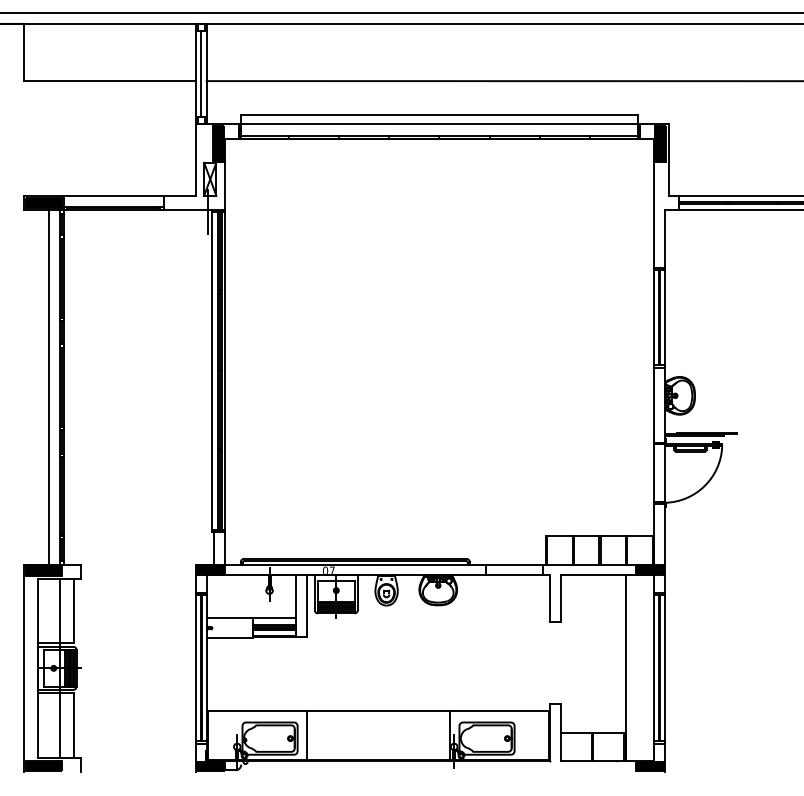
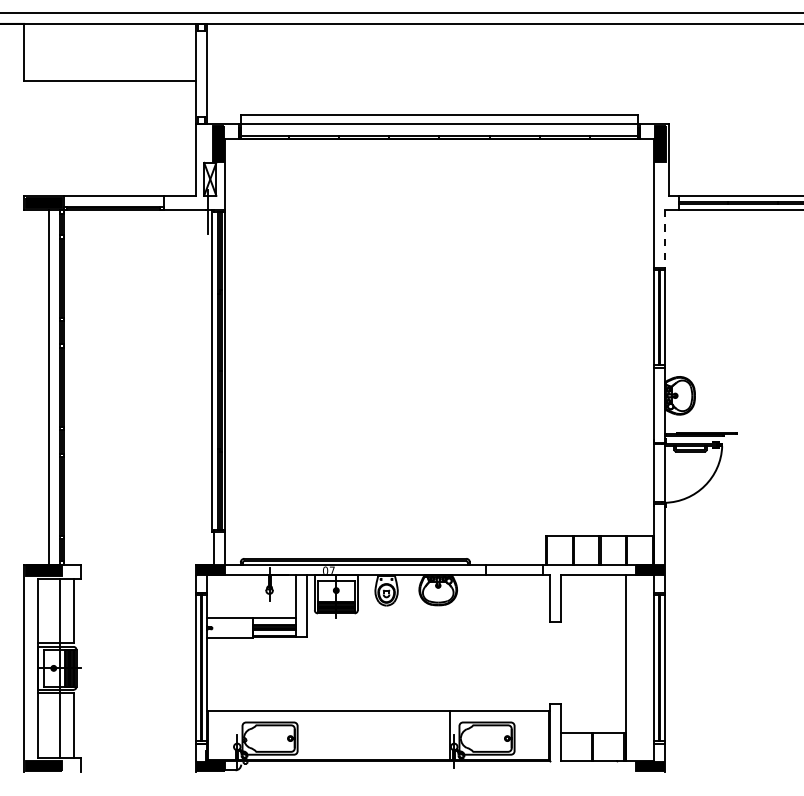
line at (201, 74): present -> none
line at (503, 81): present -> none
line at (664, 238): solid -> dashed
line at (307, 735): present -> none
